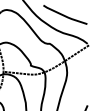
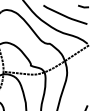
line at (83, 6): none -> present
